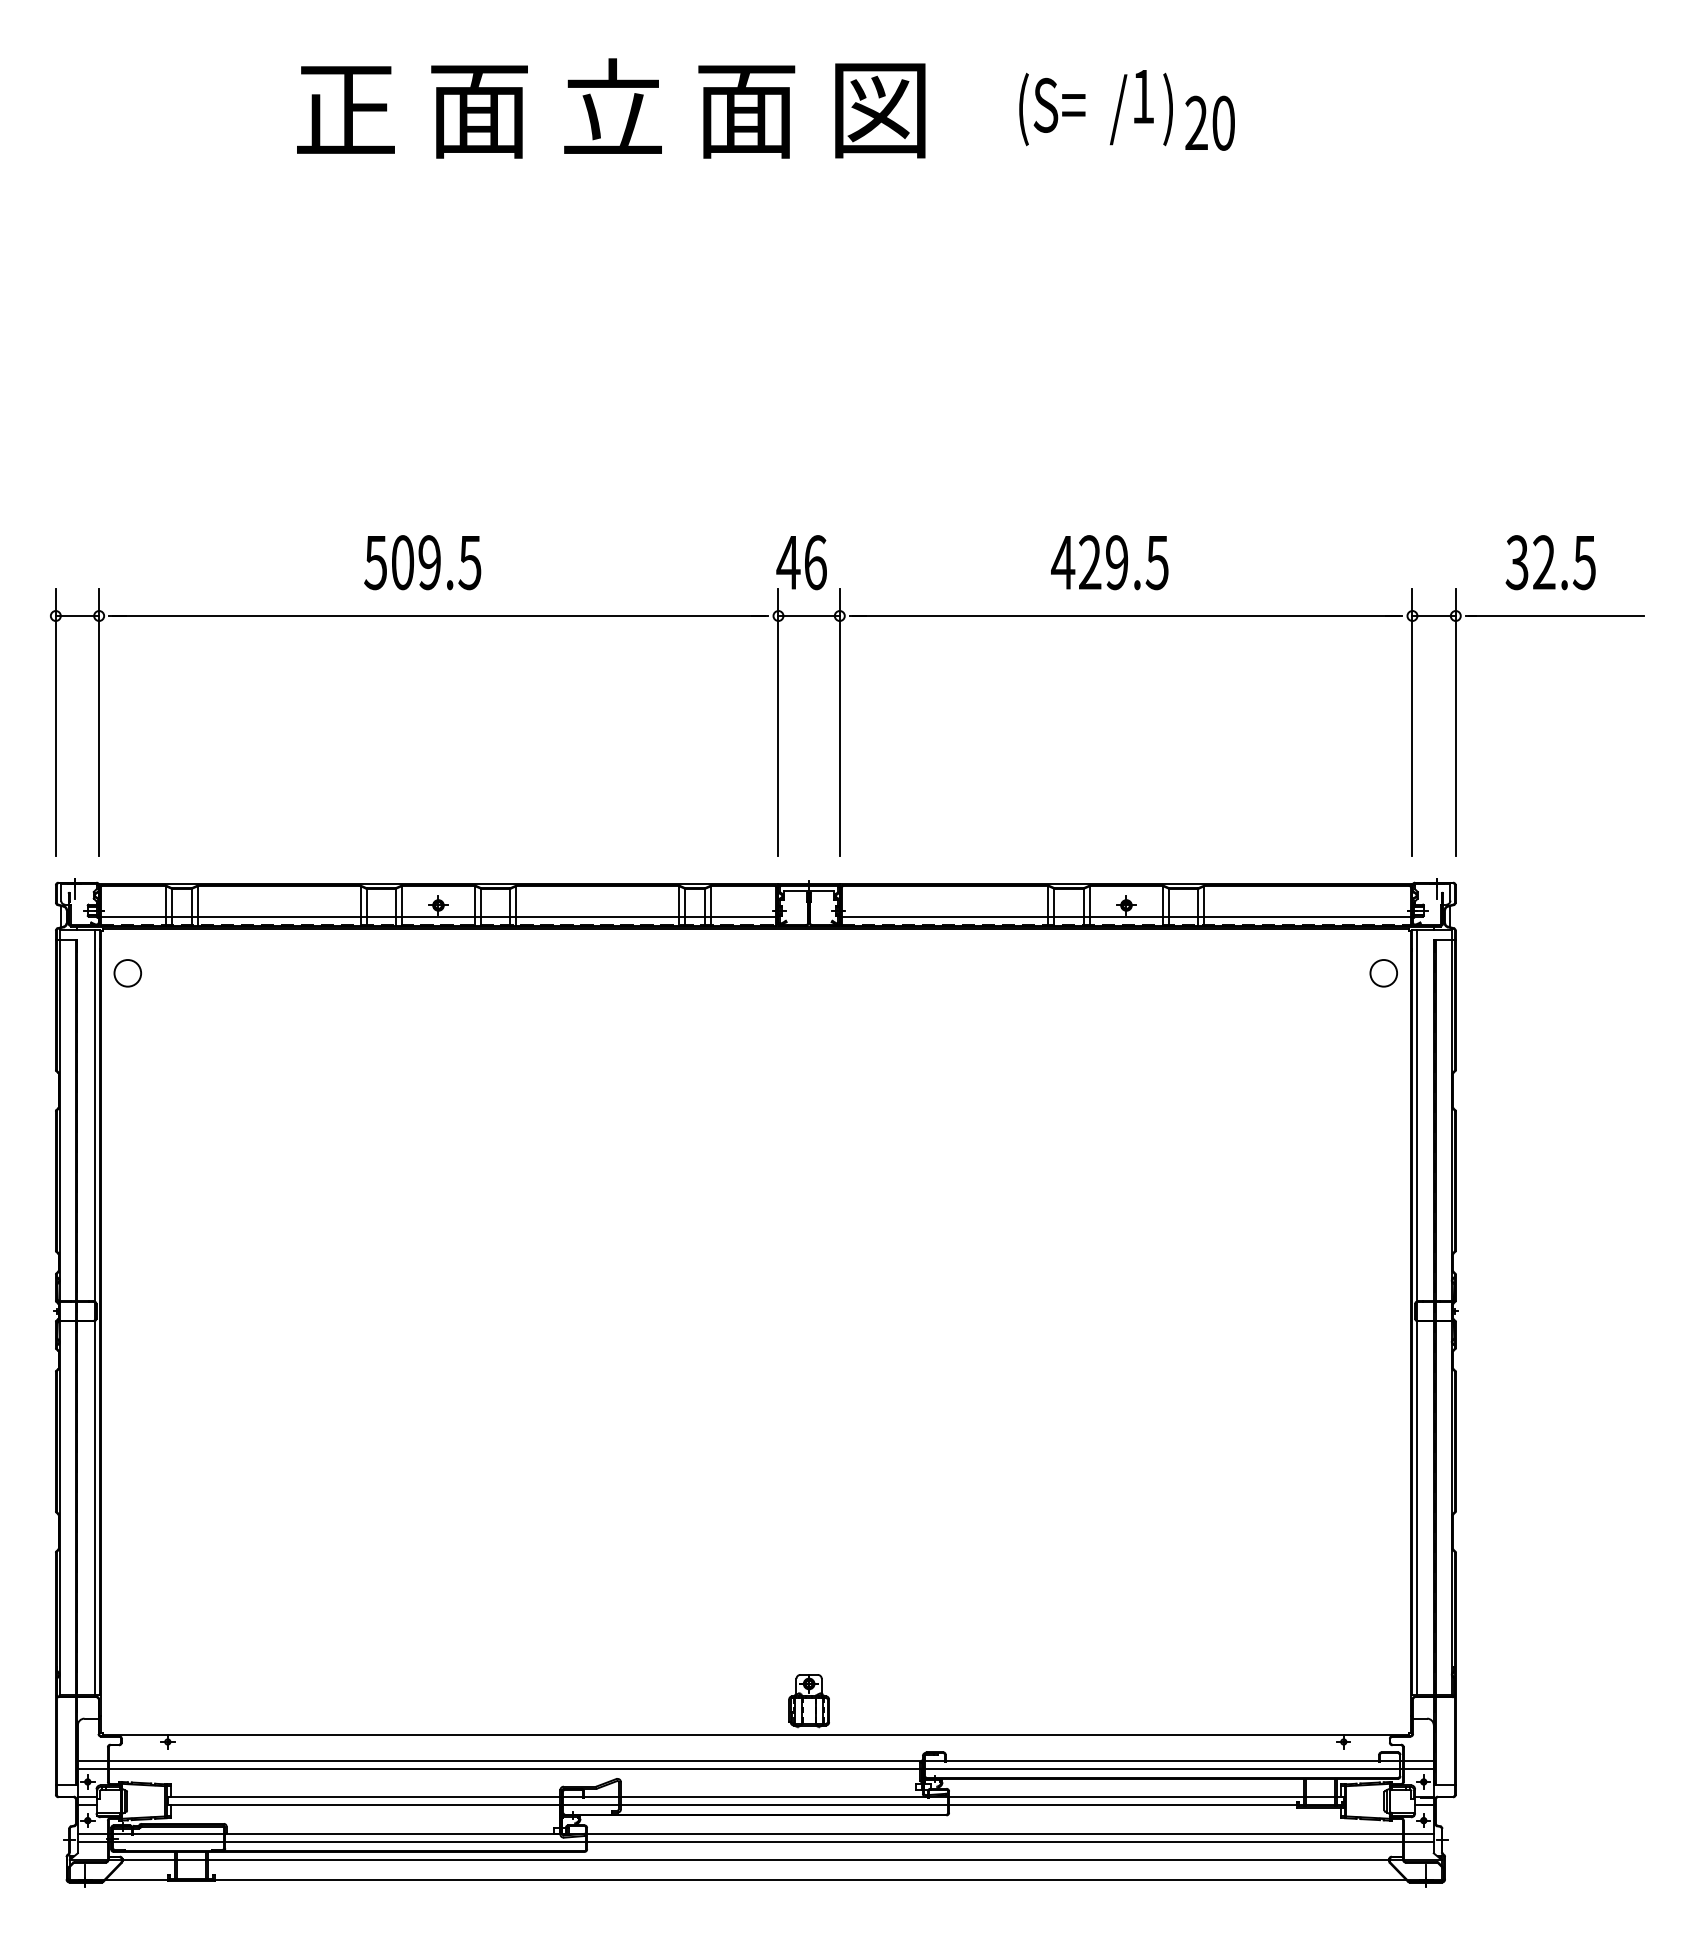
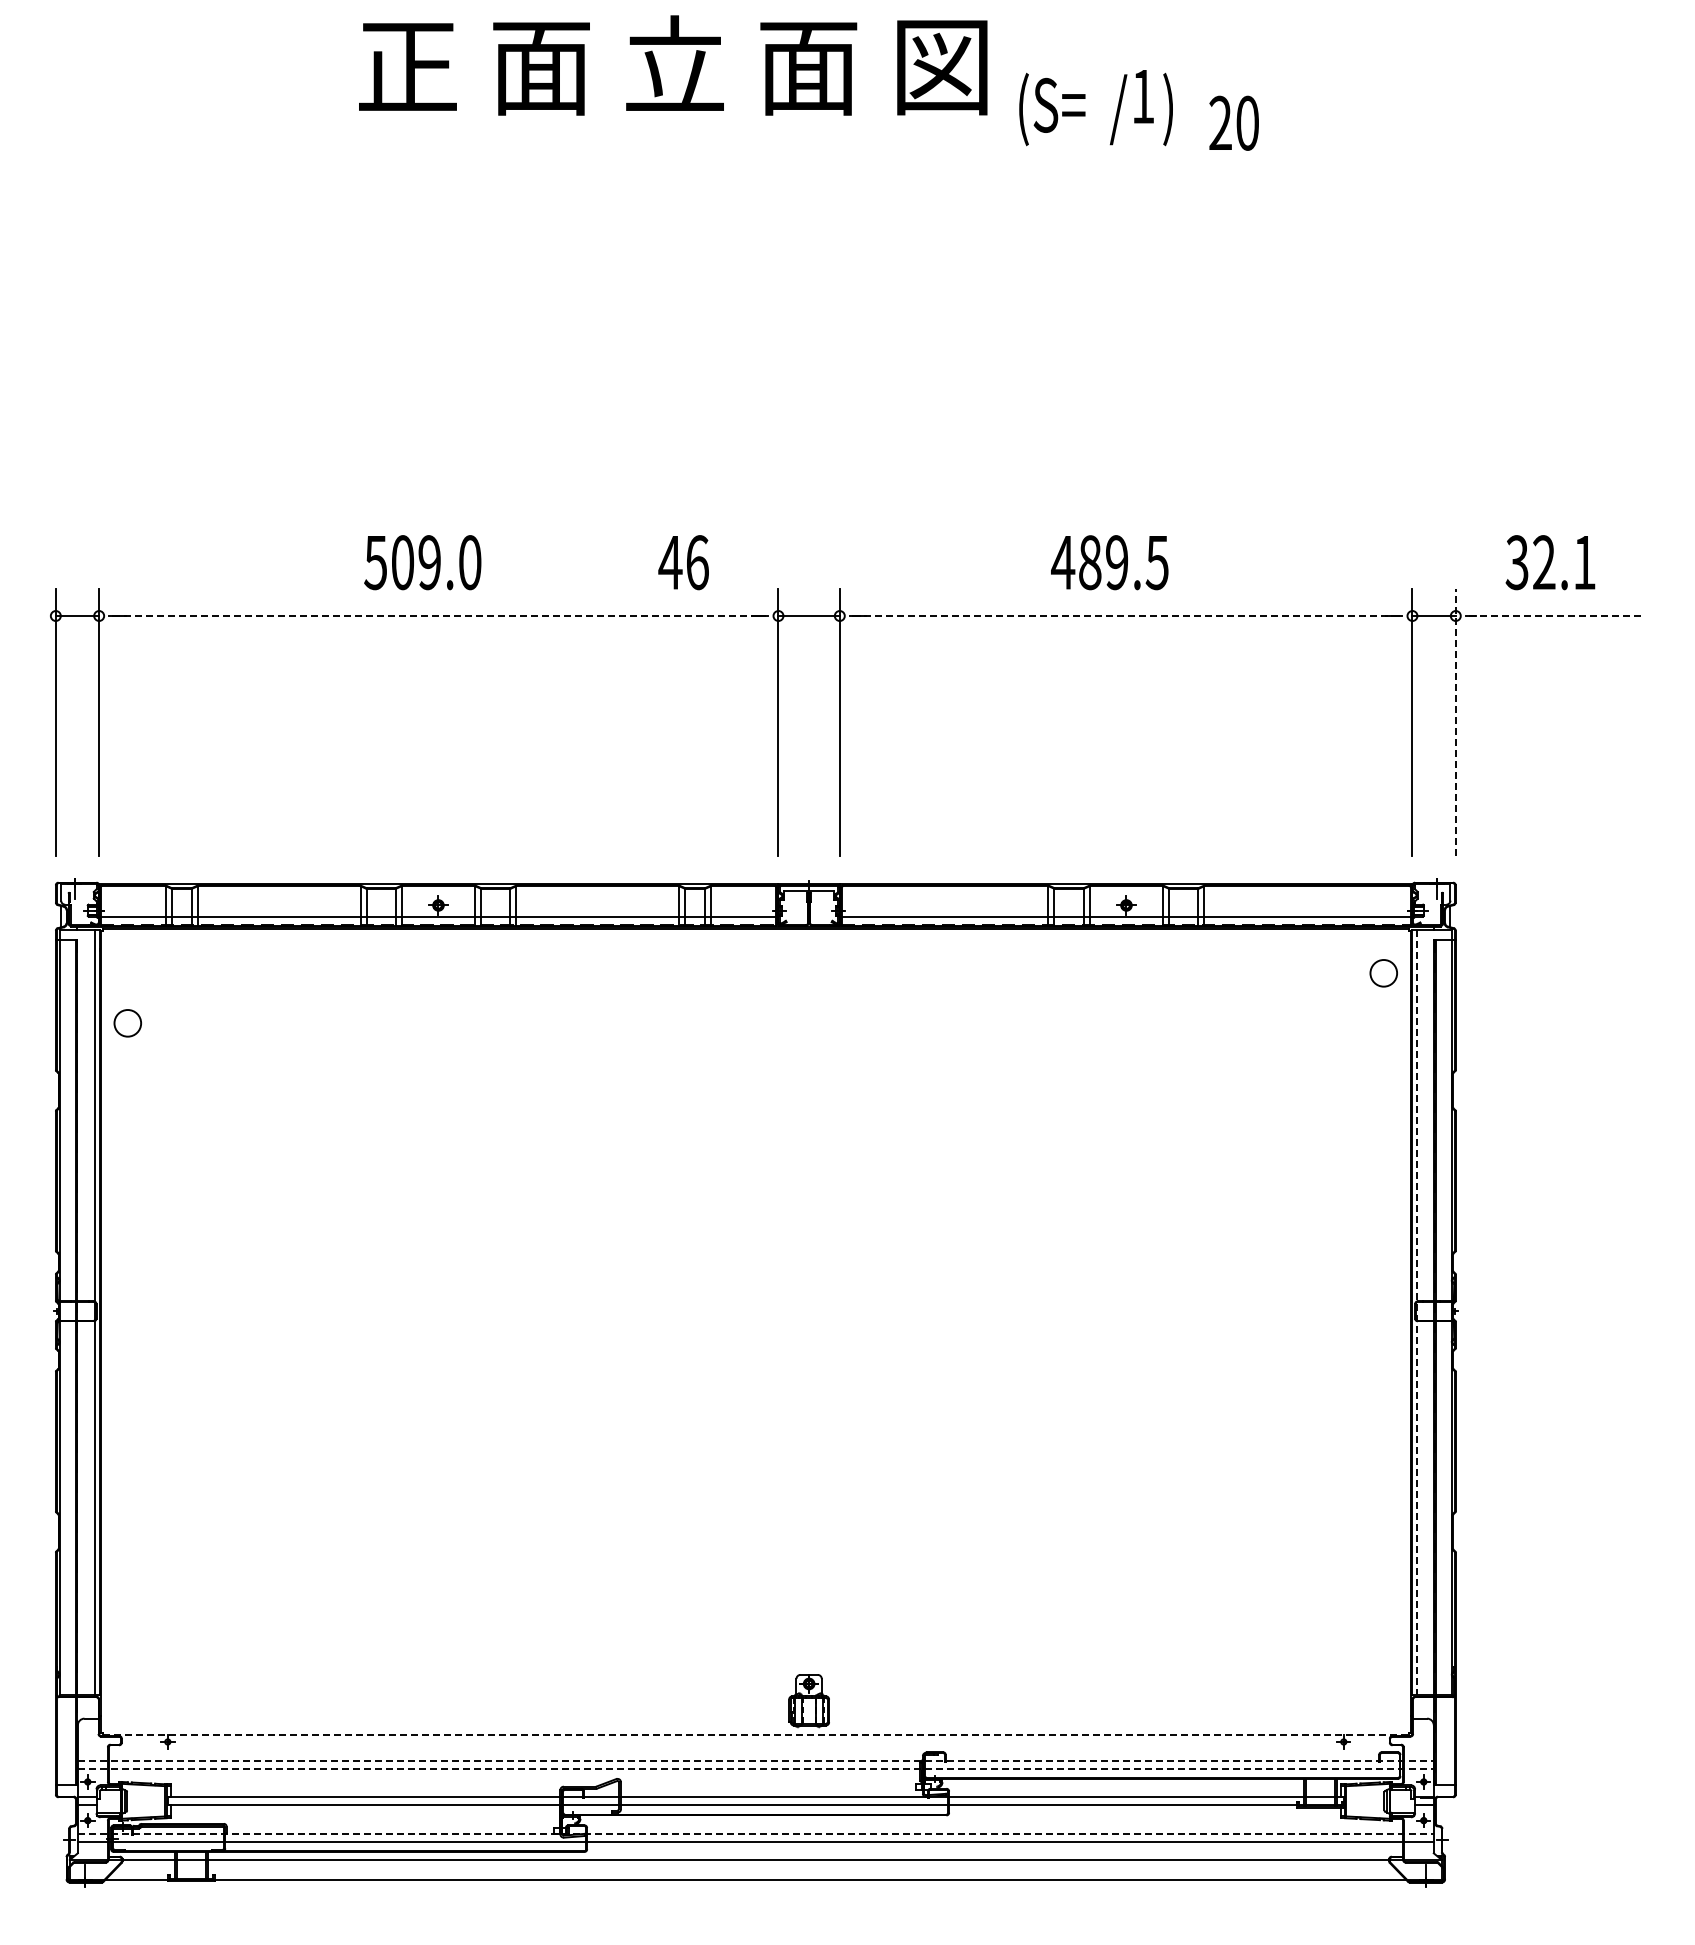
text at (611, 108) position: (611, 108) -> (673, 65)
text at (1209, 122) position: (1209, 122) -> (1233, 122)
text at (469, 562): 509.5 -> 509.0
text at (801, 562) position: (801, 562) -> (683, 562)
text at (1090, 562): 429.5 -> 489.5
text at (1583, 563): 32.5 -> 32.1
line at (439, 616): solid -> dashed
line at (1126, 616): solid -> dashed
line at (1556, 616): solid -> dashed
line at (1455, 722): solid -> dashed
circle at (127, 973) position: (127, 973) -> (127, 1023)
line at (1416, 1312): solid -> dashed
line at (756, 1735): solid -> dashed
line at (755, 1760): solid -> dashed
line at (755, 1768): solid -> dashed
line at (755, 1833): solid -> dashed
